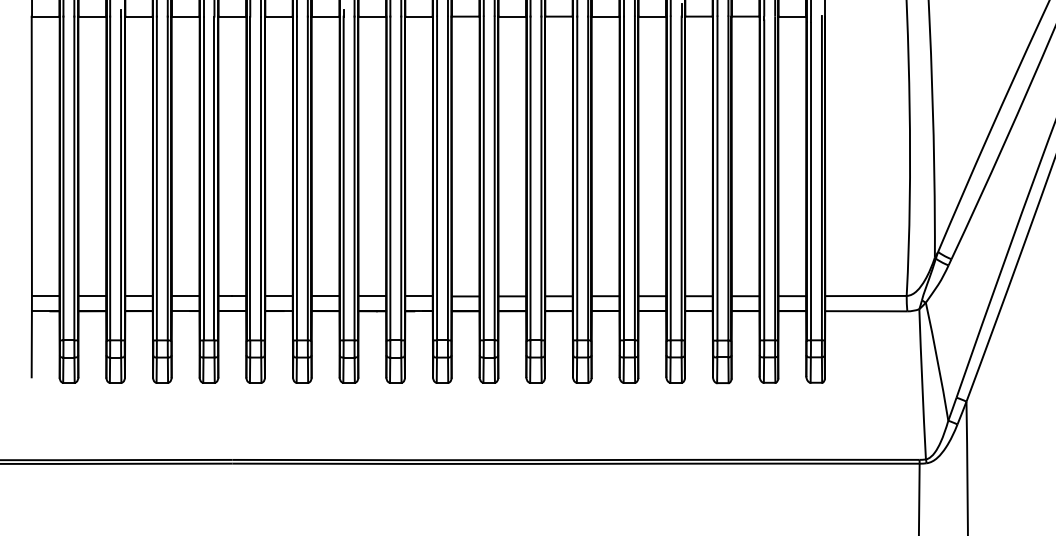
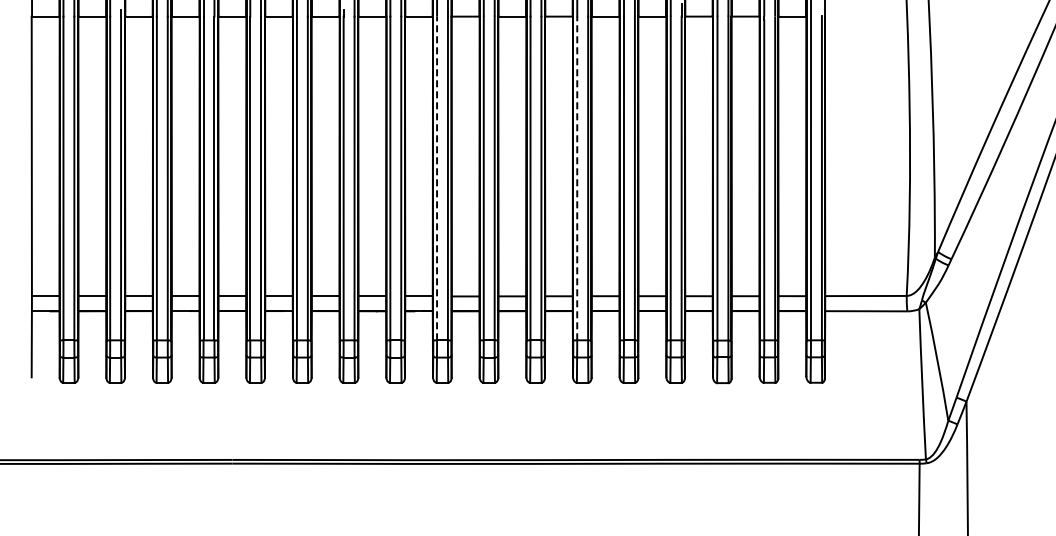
line at (437, 178): solid -> dashed
line at (577, 178): solid -> dashed
